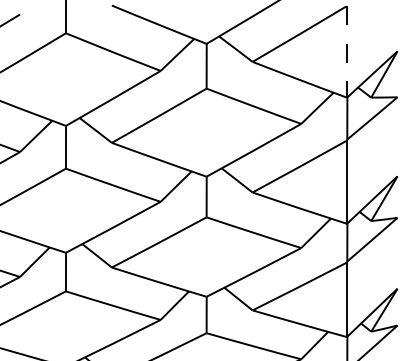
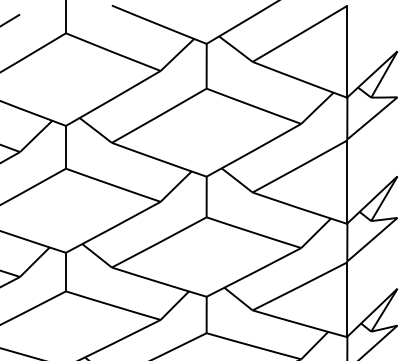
line at (346, 51): dashed -> solid
